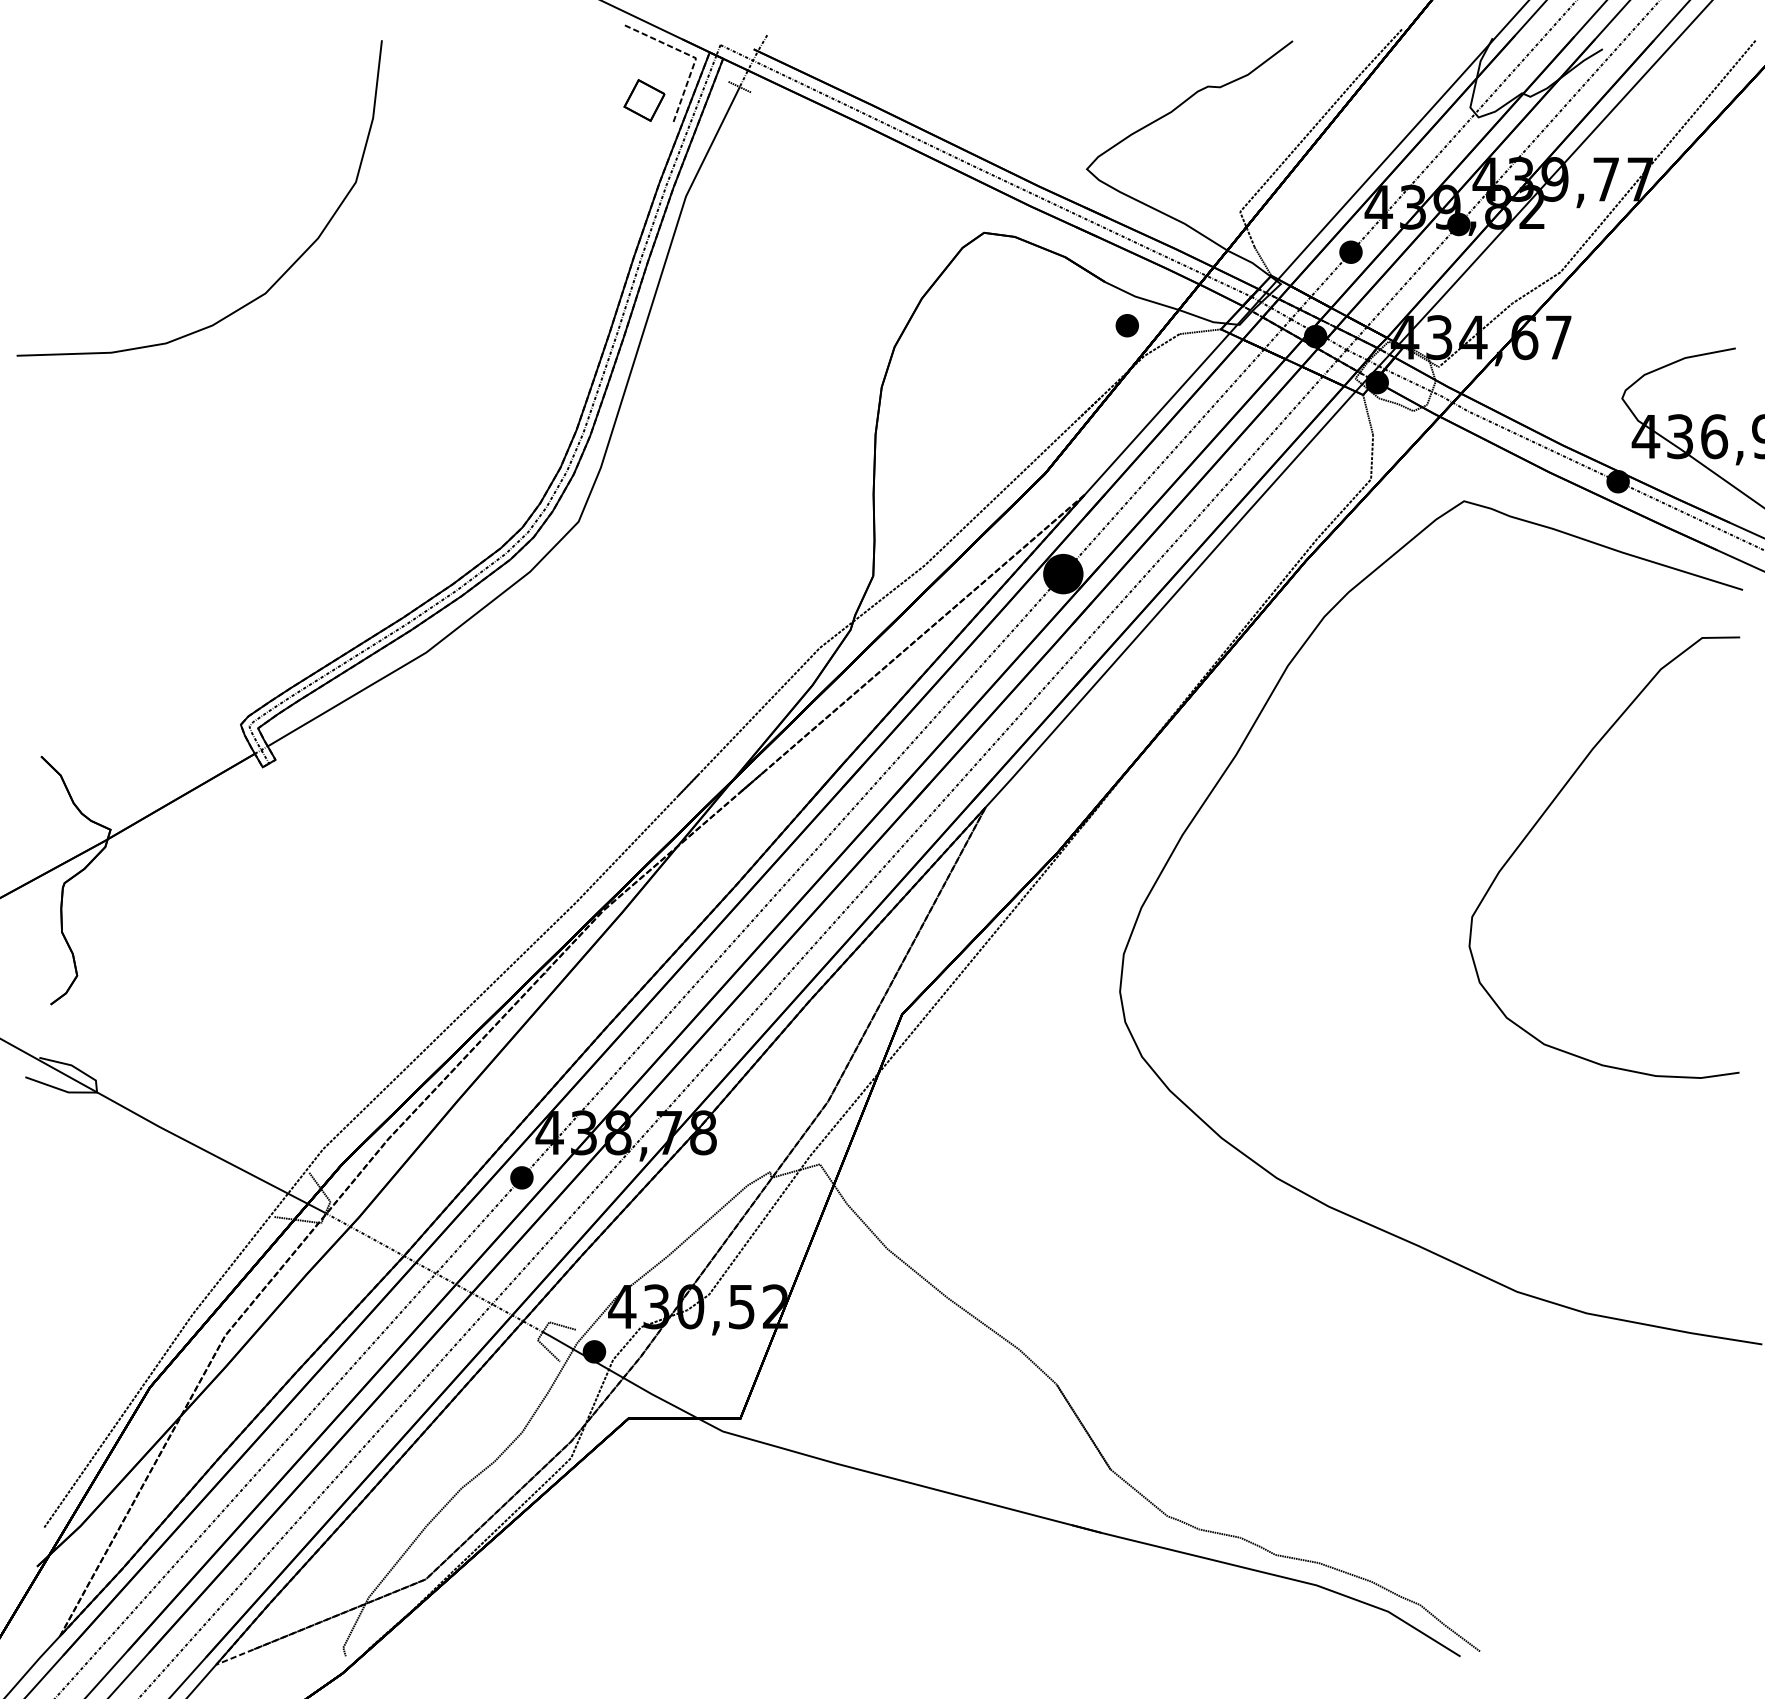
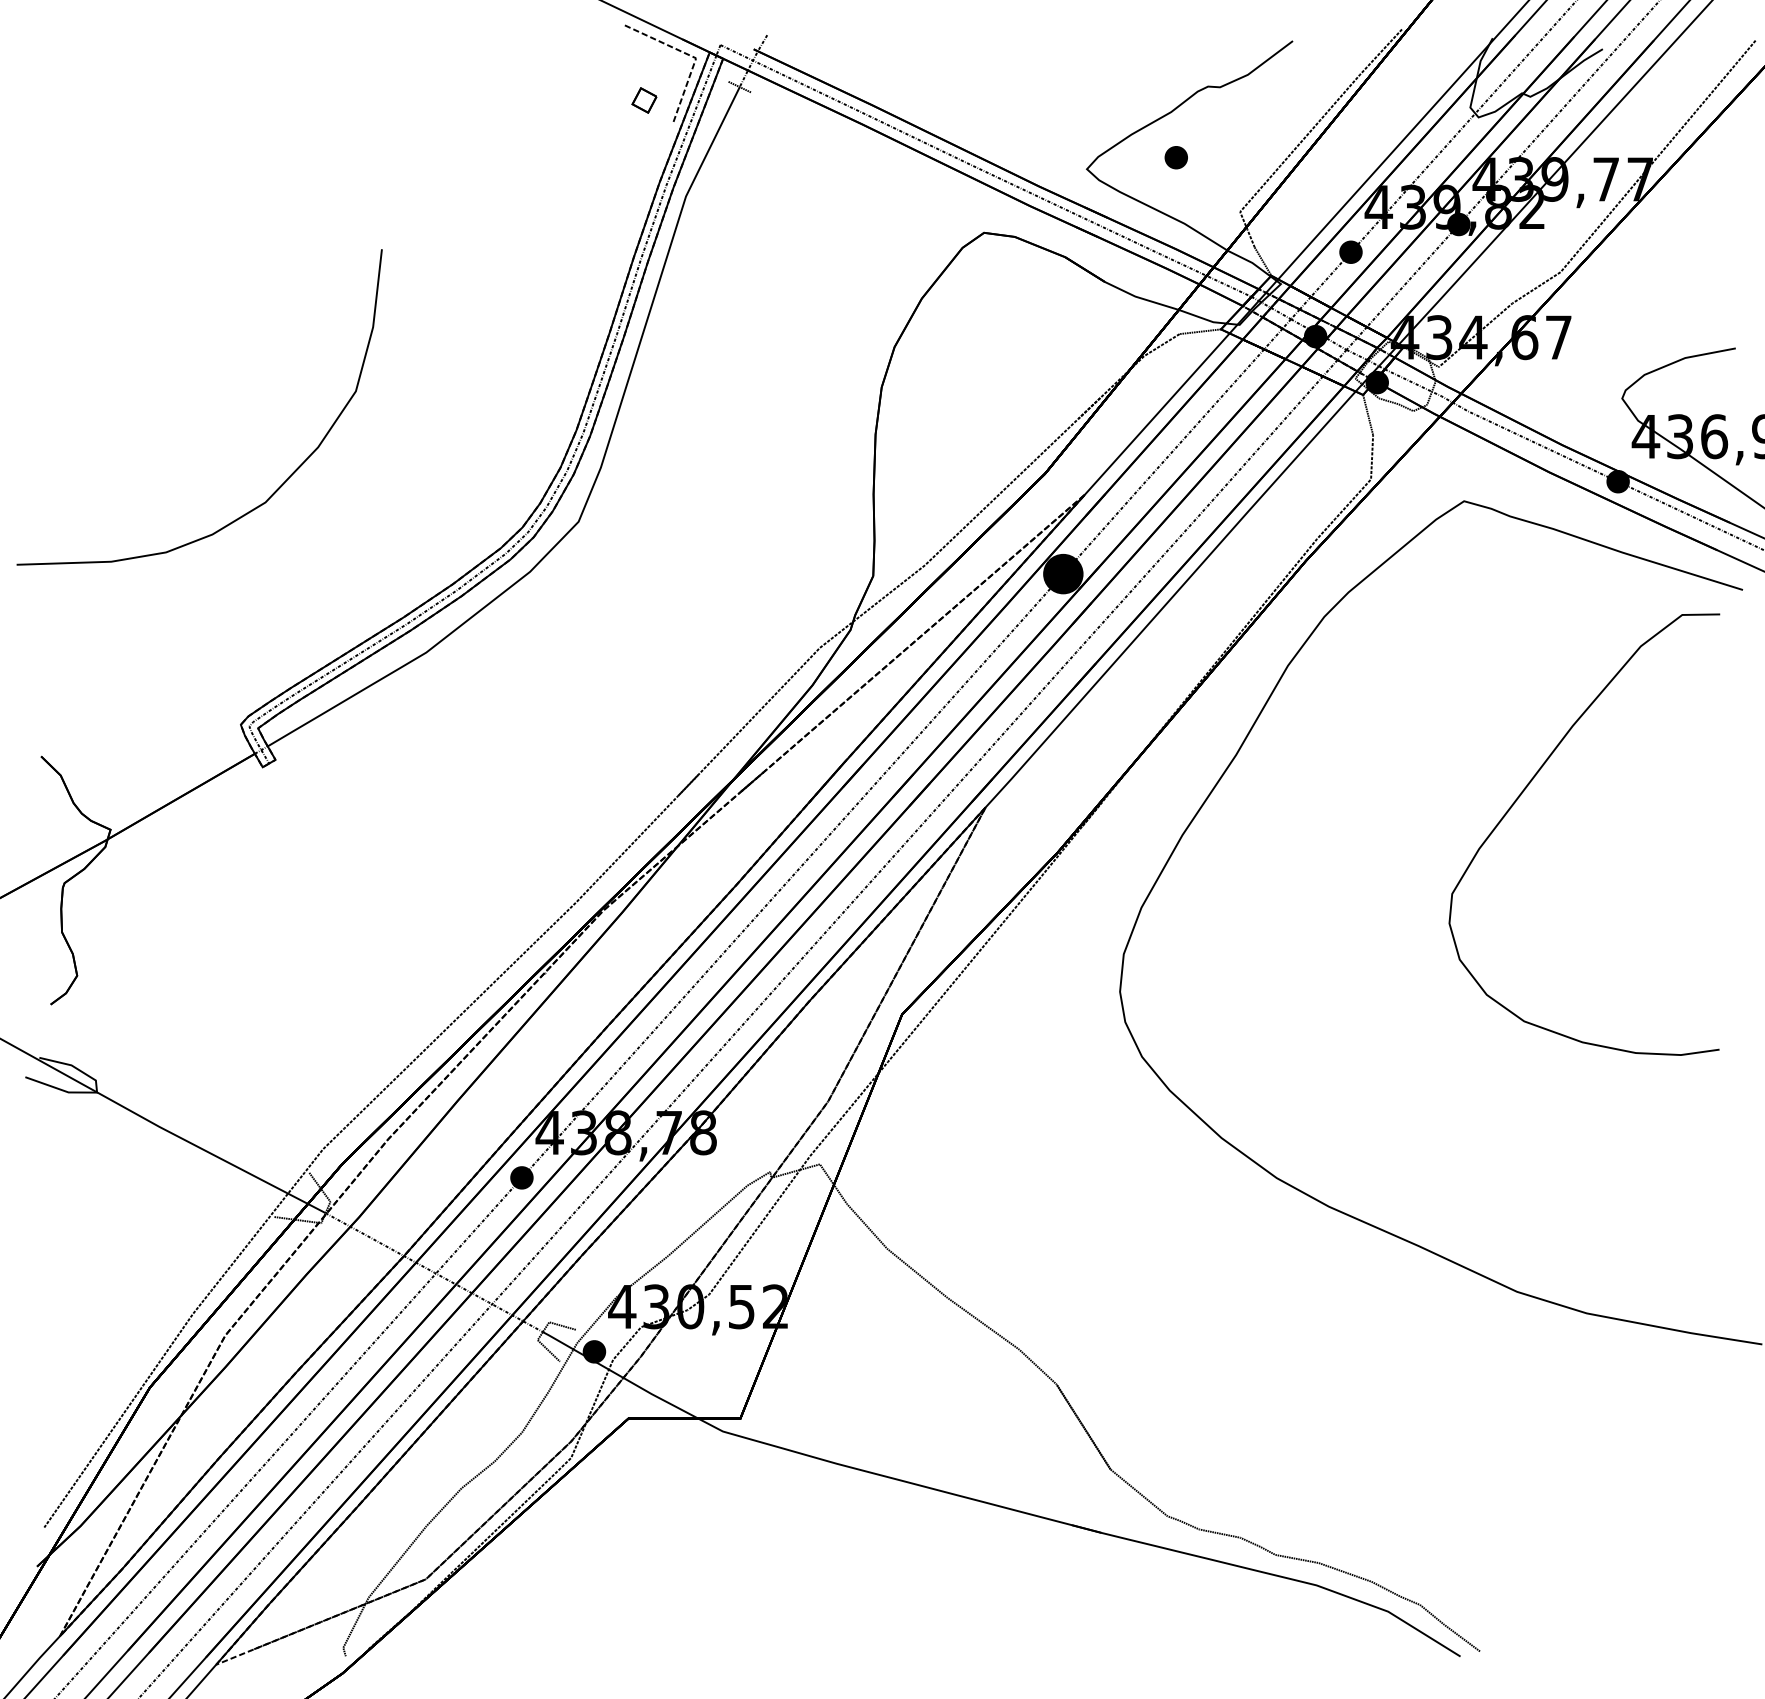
part at (644, 100) size: 43x43 px -> 27x27 px
curve at (279, 277) position: (279, 277) -> (279, 486)
part at (1126, 325) position: (1126, 325) -> (1175, 157)
part at (1544, 814) position: (1544, 814) -> (1524, 791)
